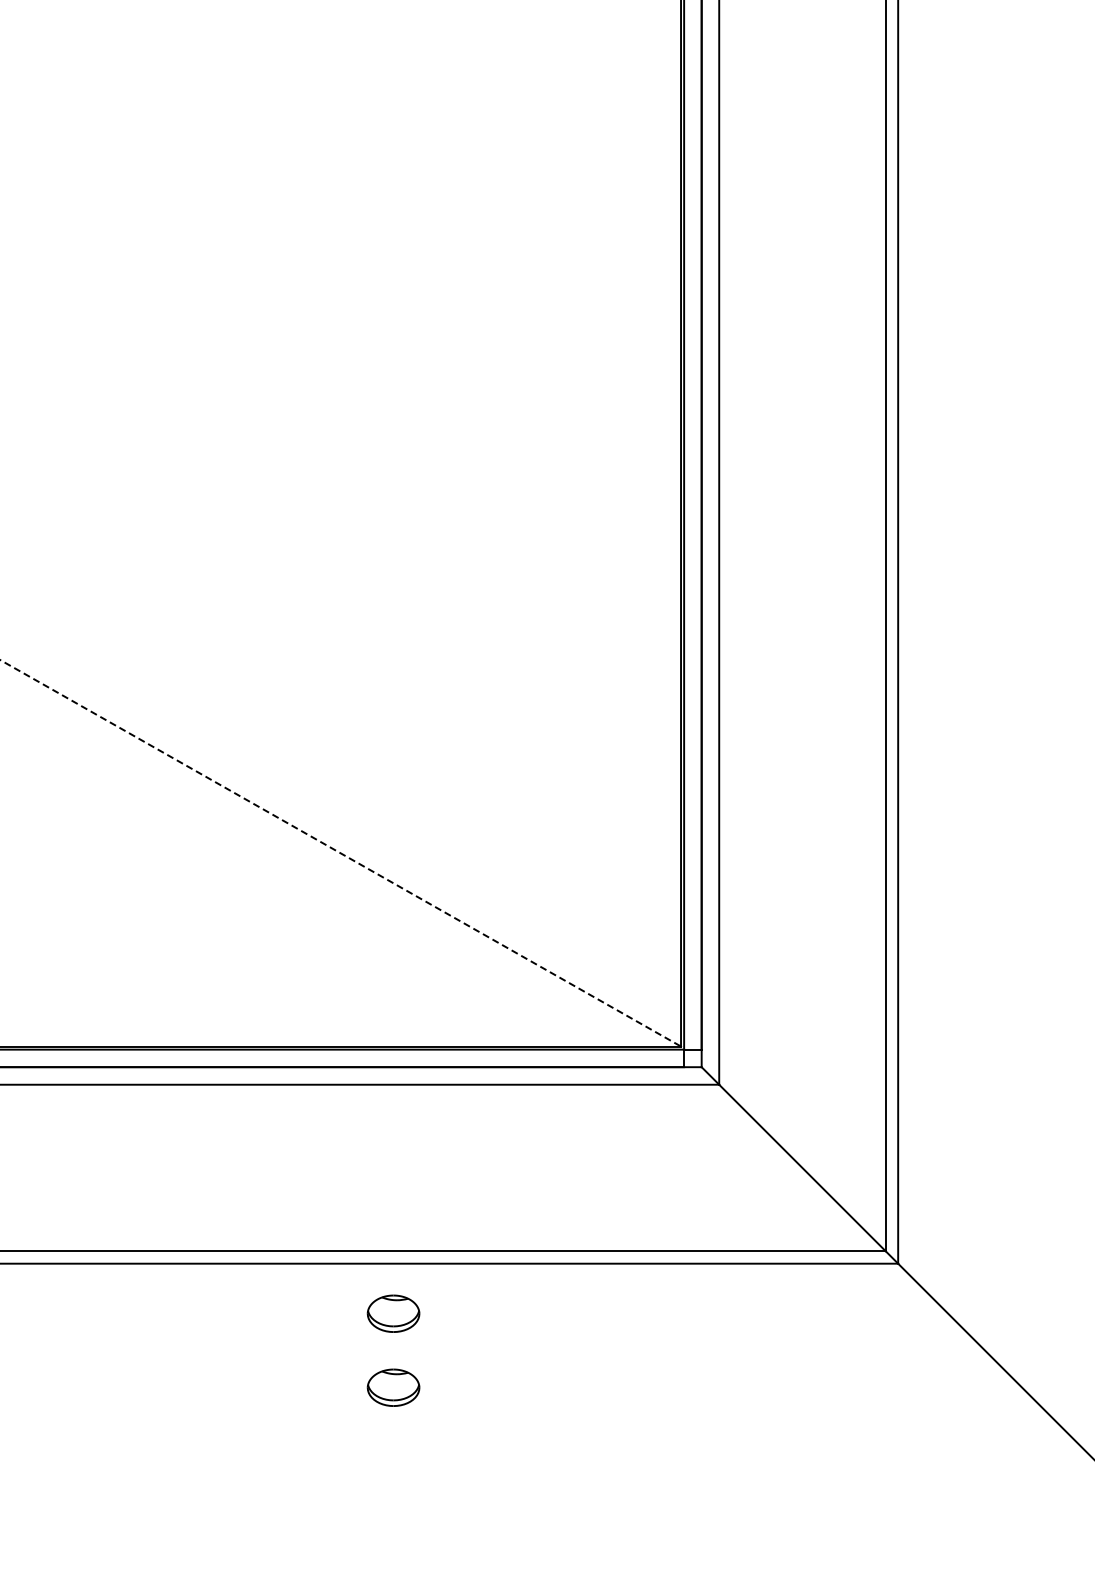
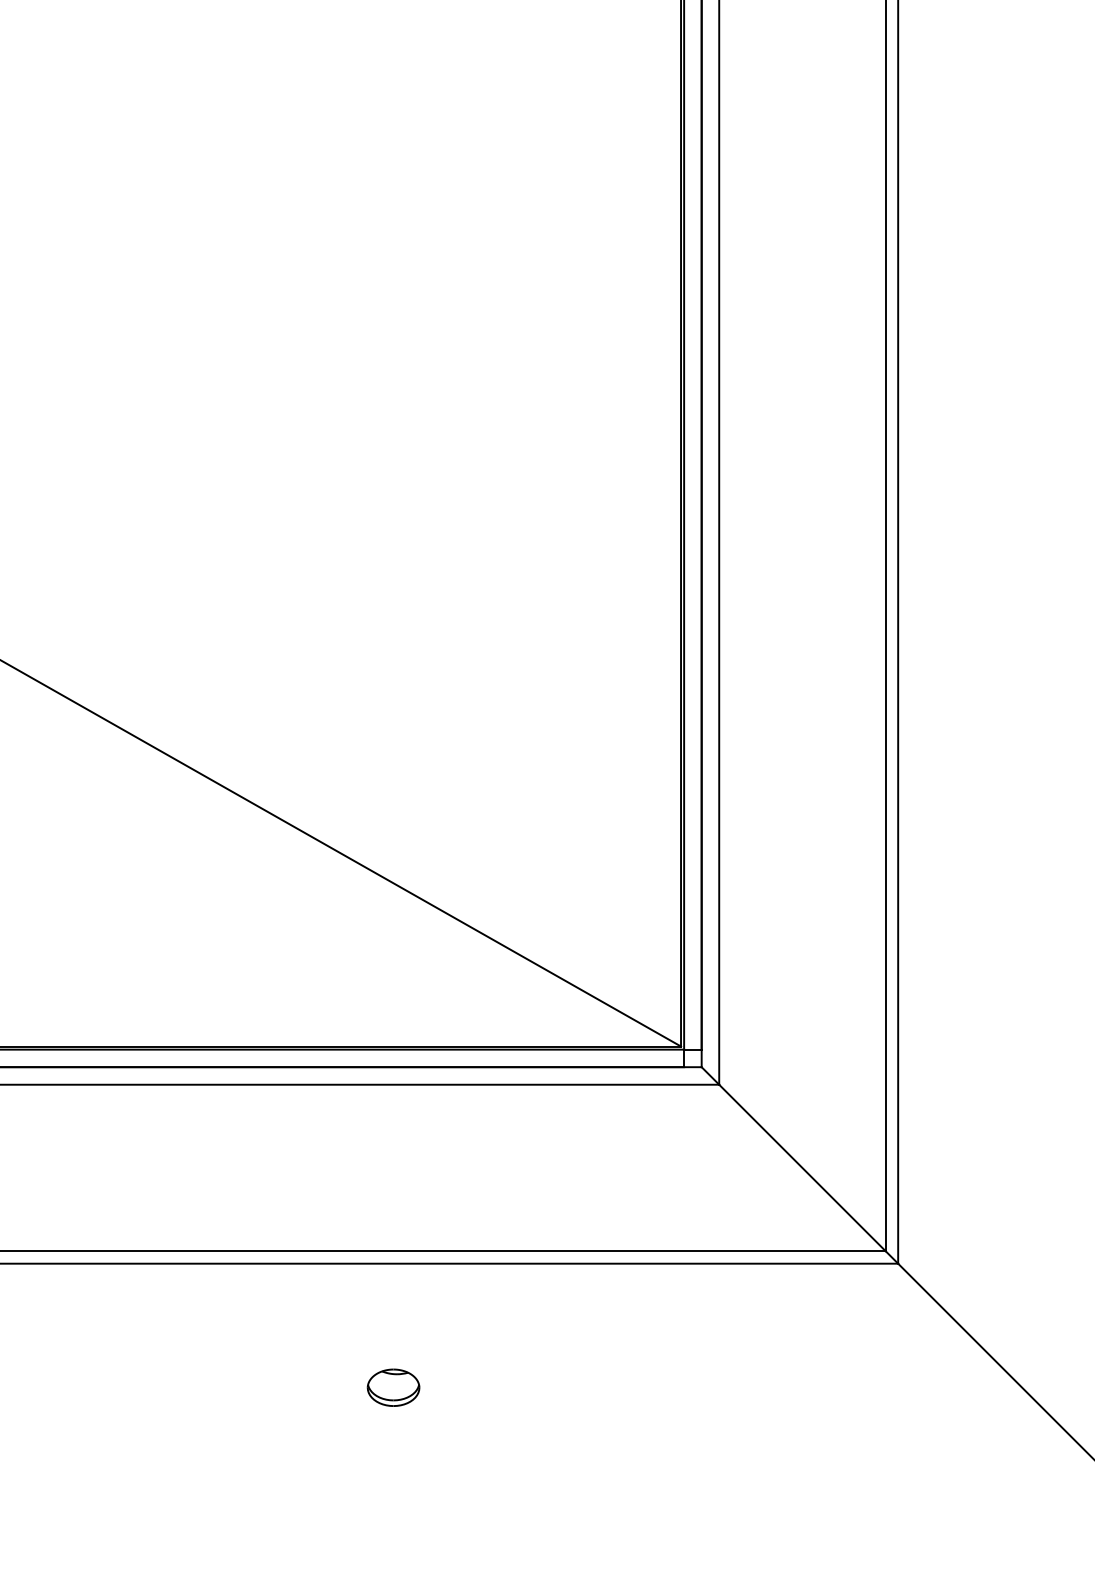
line at (340, 853): dashed -> solid
part at (393, 1313): present -> none
